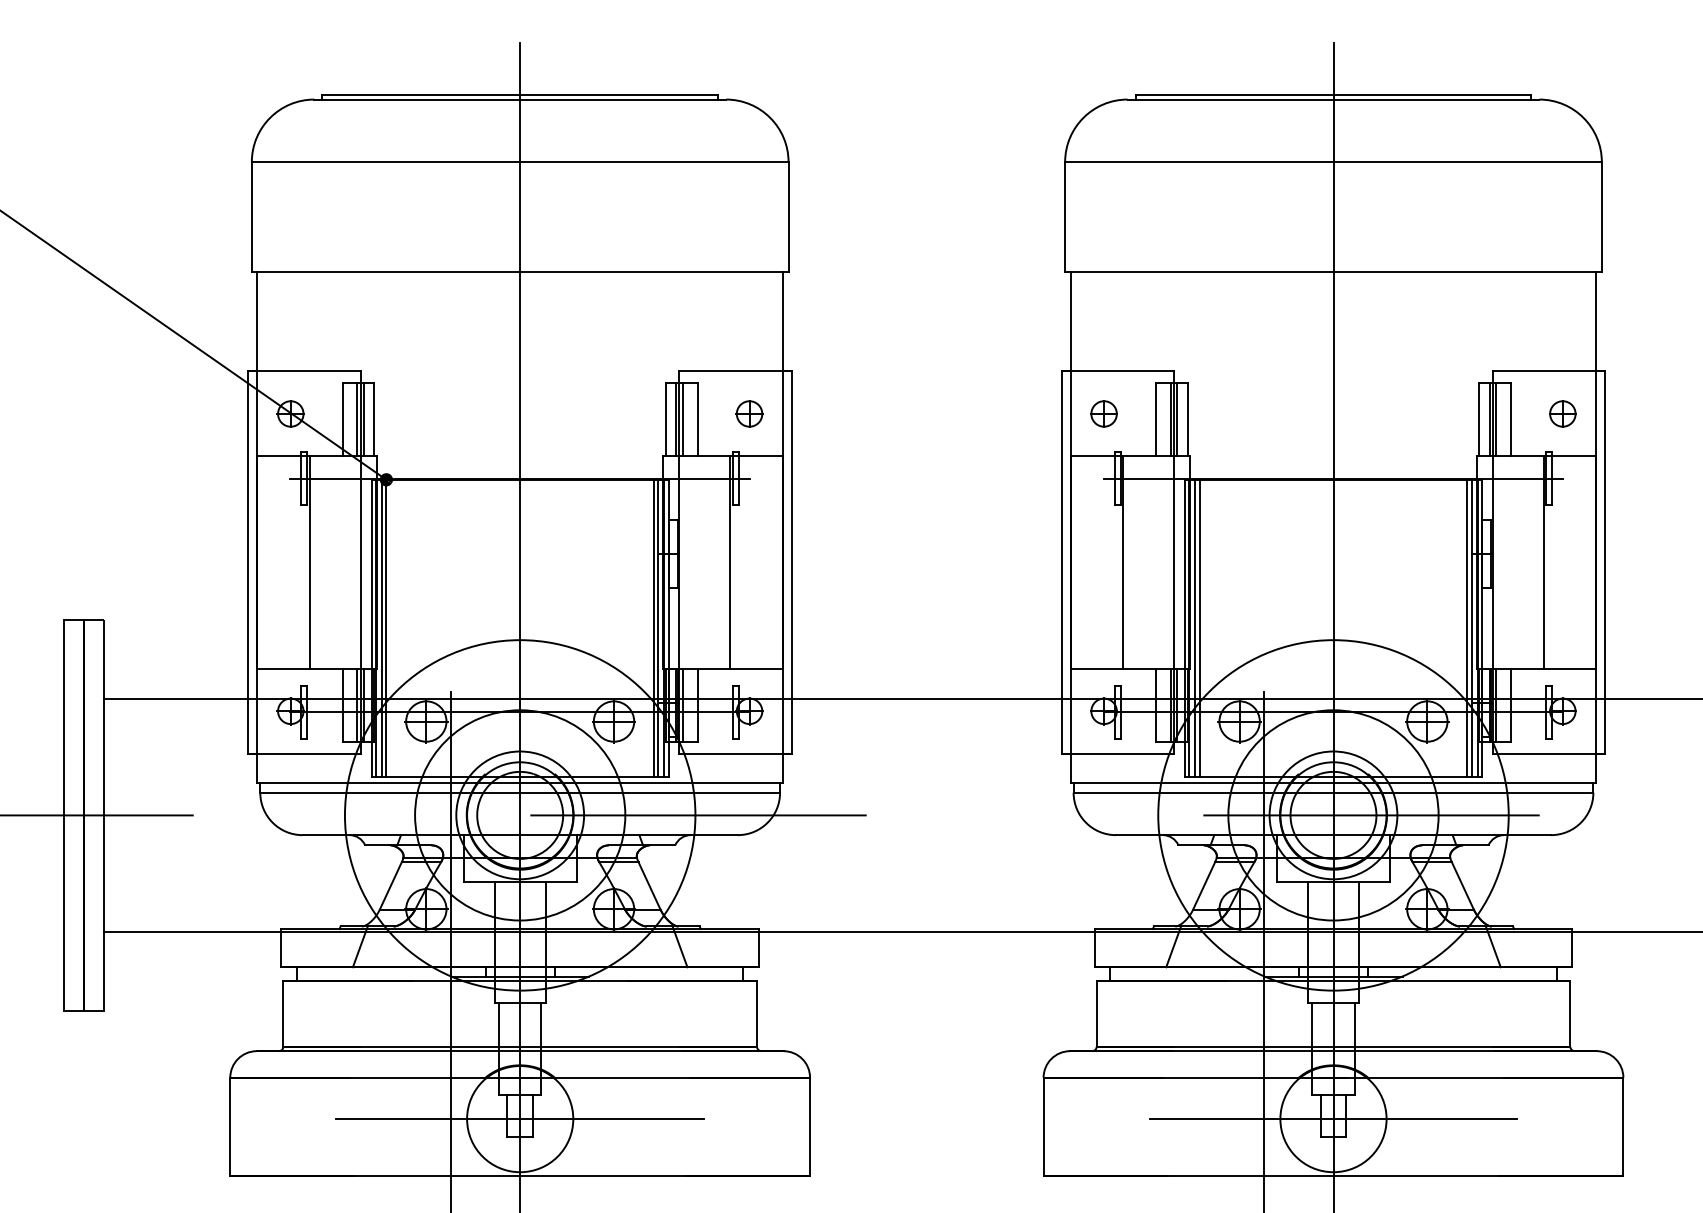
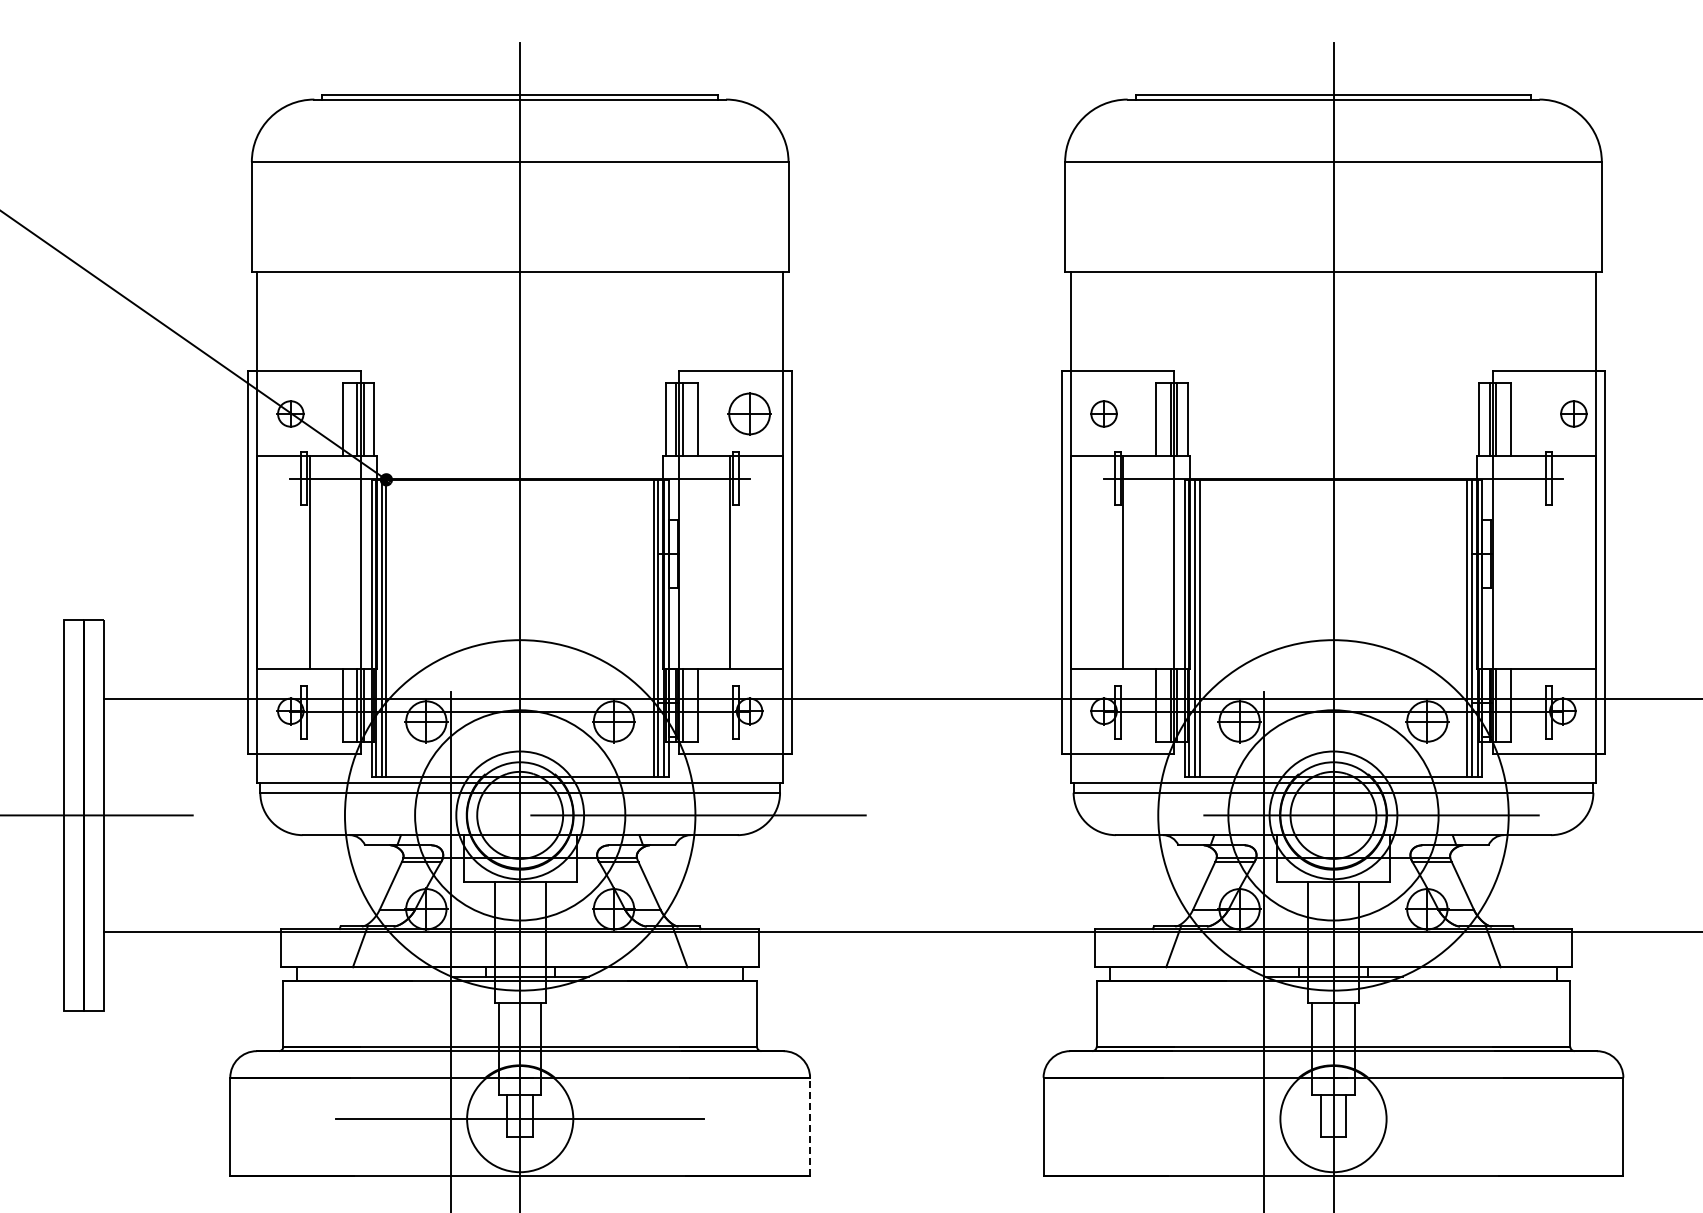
part at (749, 413) size: 29x28 px -> 45x44 px
part at (1562, 413) position: (1562, 413) -> (1573, 413)
line at (1543, 562): present -> none
line at (1333, 1119): present -> none
line at (810, 1126): solid -> dashed
